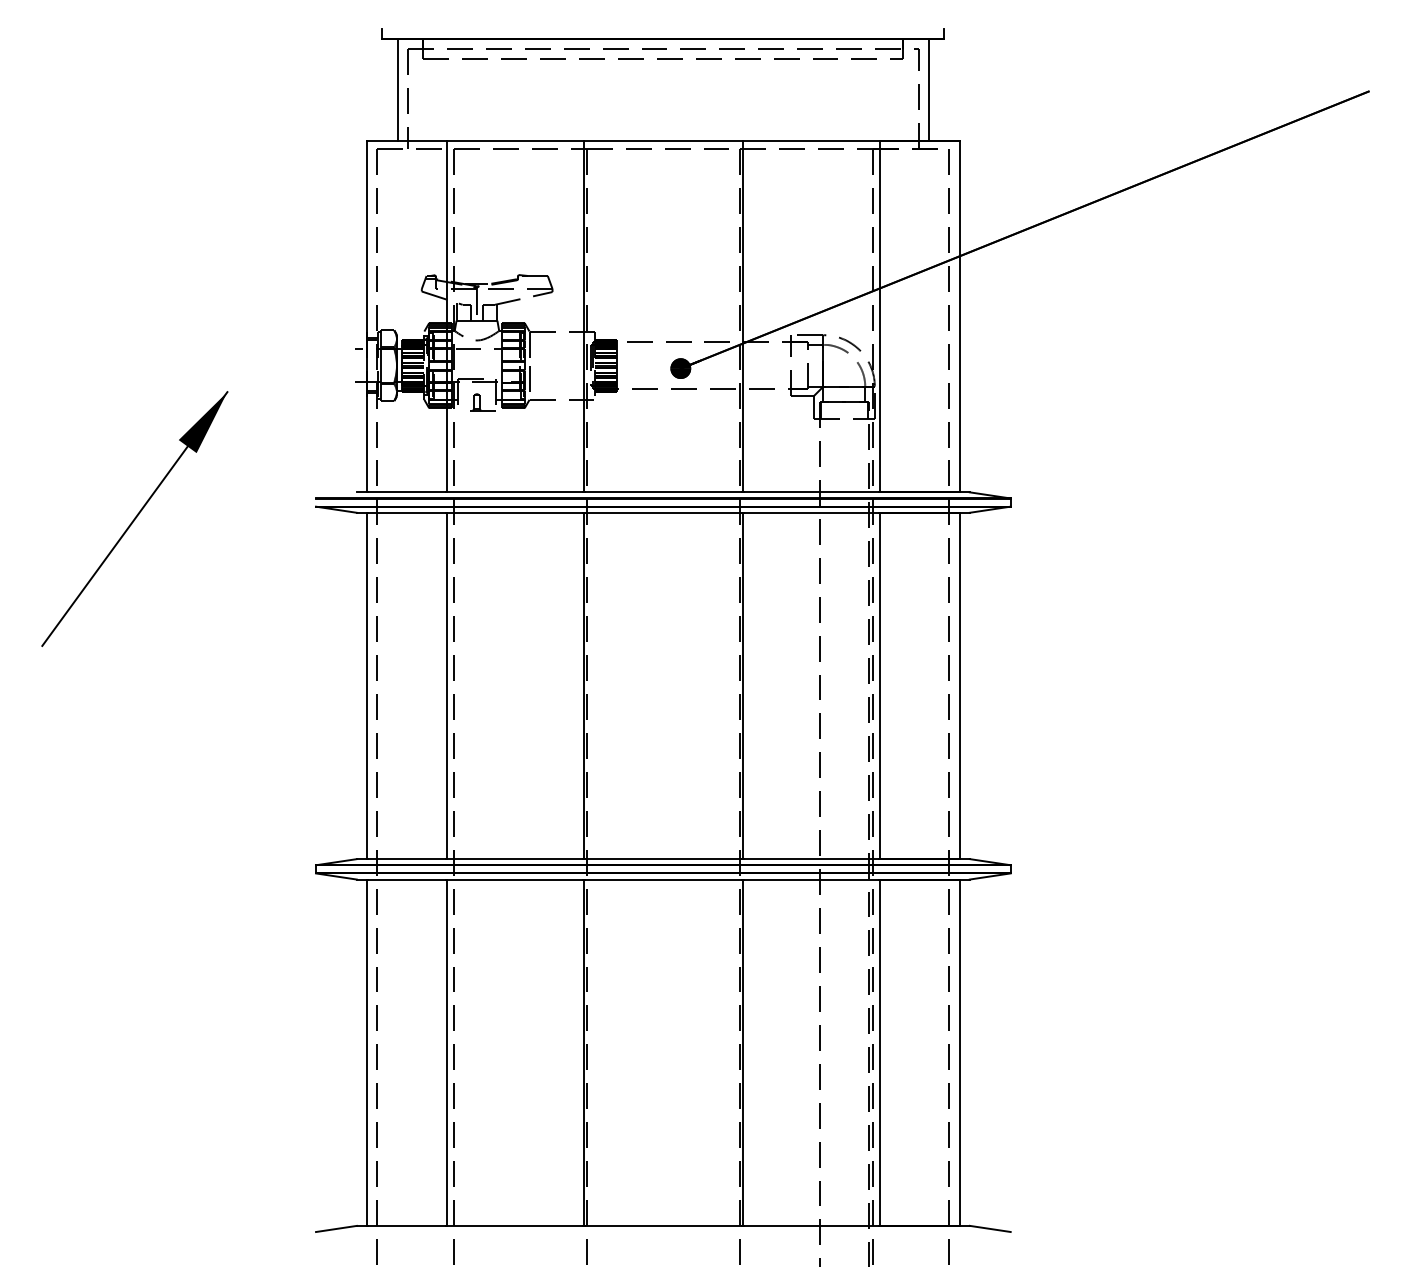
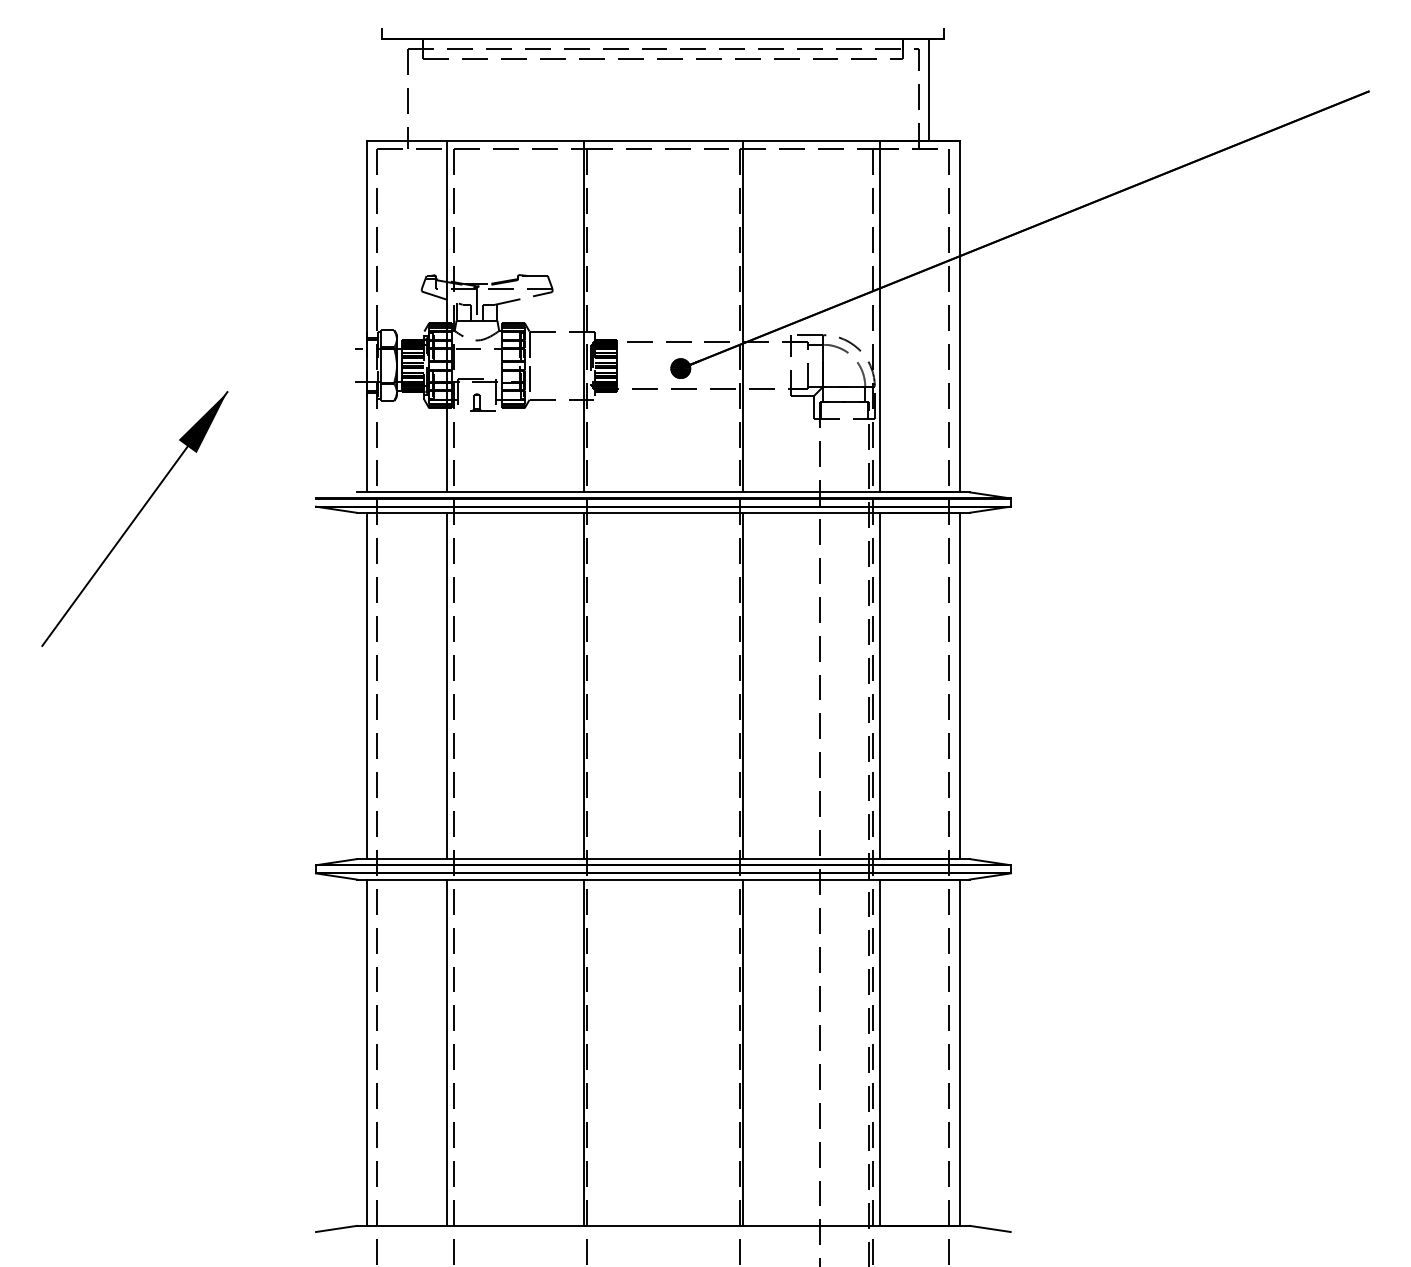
line at (397, 89): present -> none
